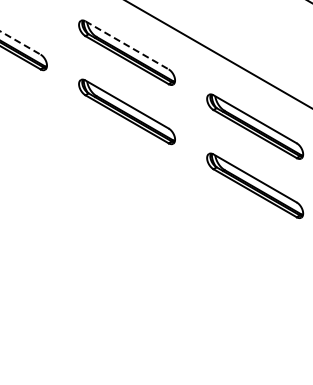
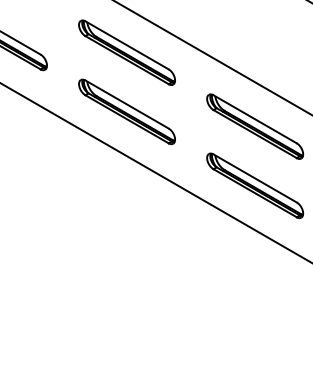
line at (20, 43): dashed -> solid
line at (127, 45): dashed -> solid
line at (218, 54) position: (218, 54) -> (212, 57)
line at (155, 172): none -> present
